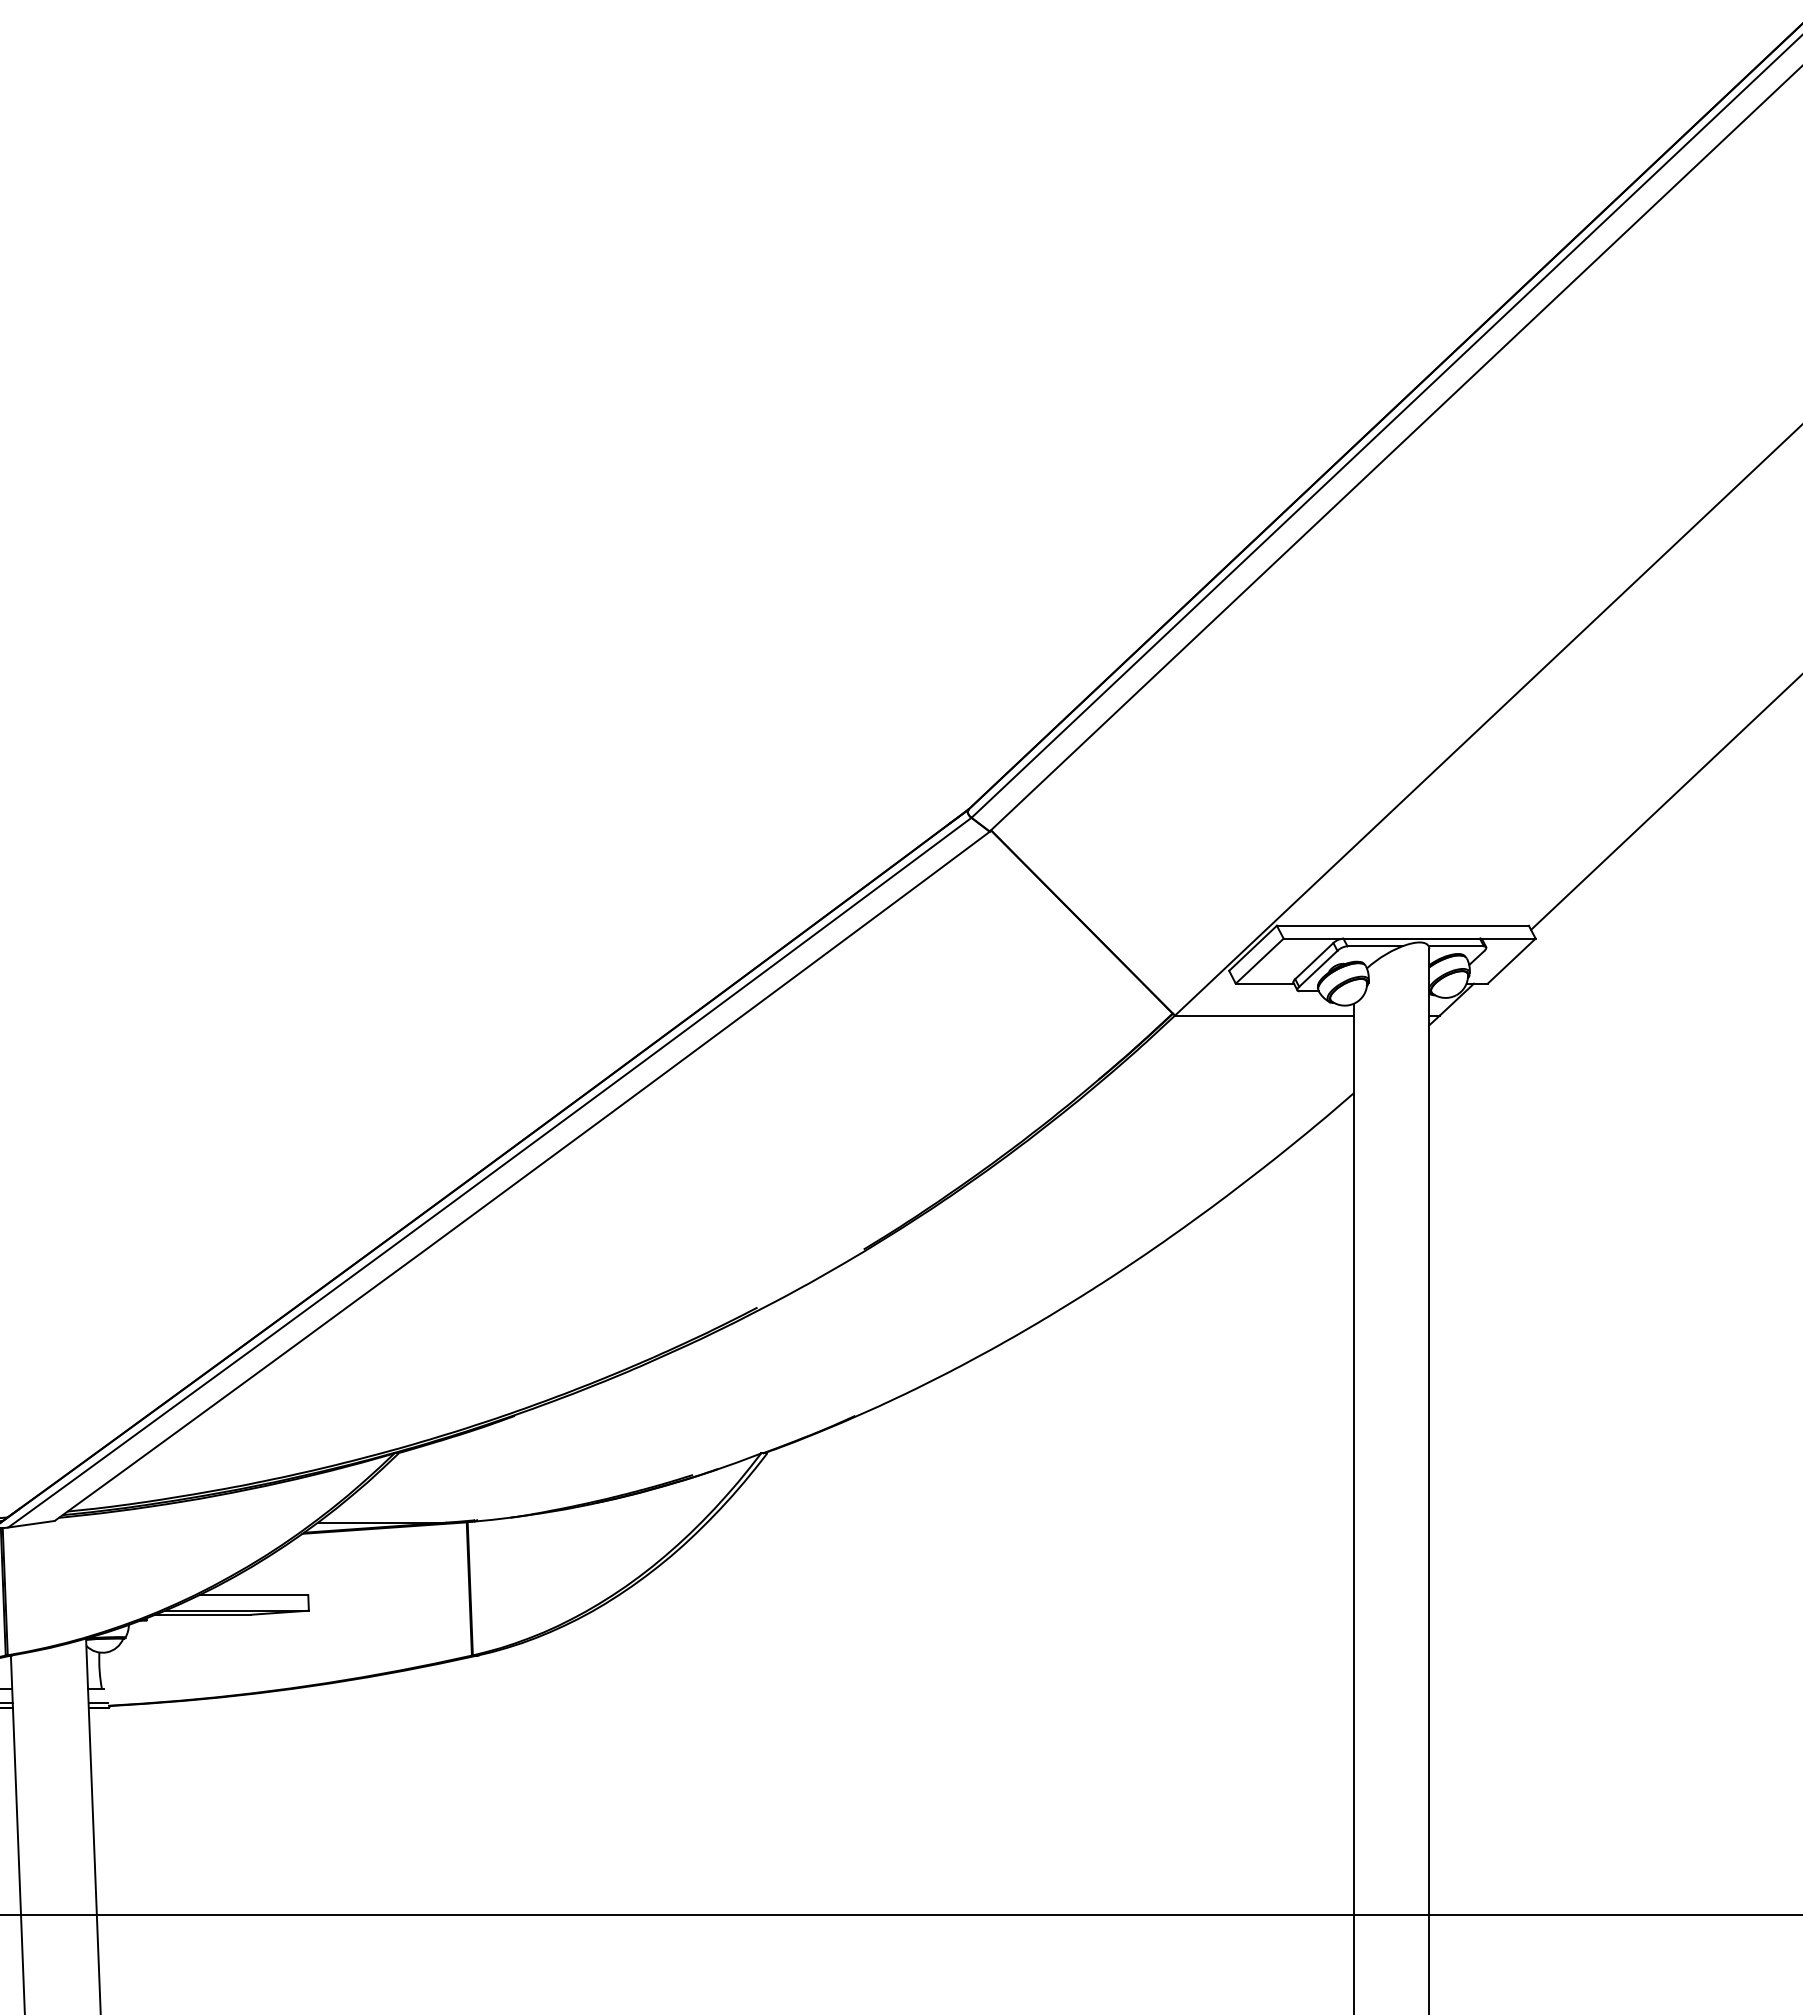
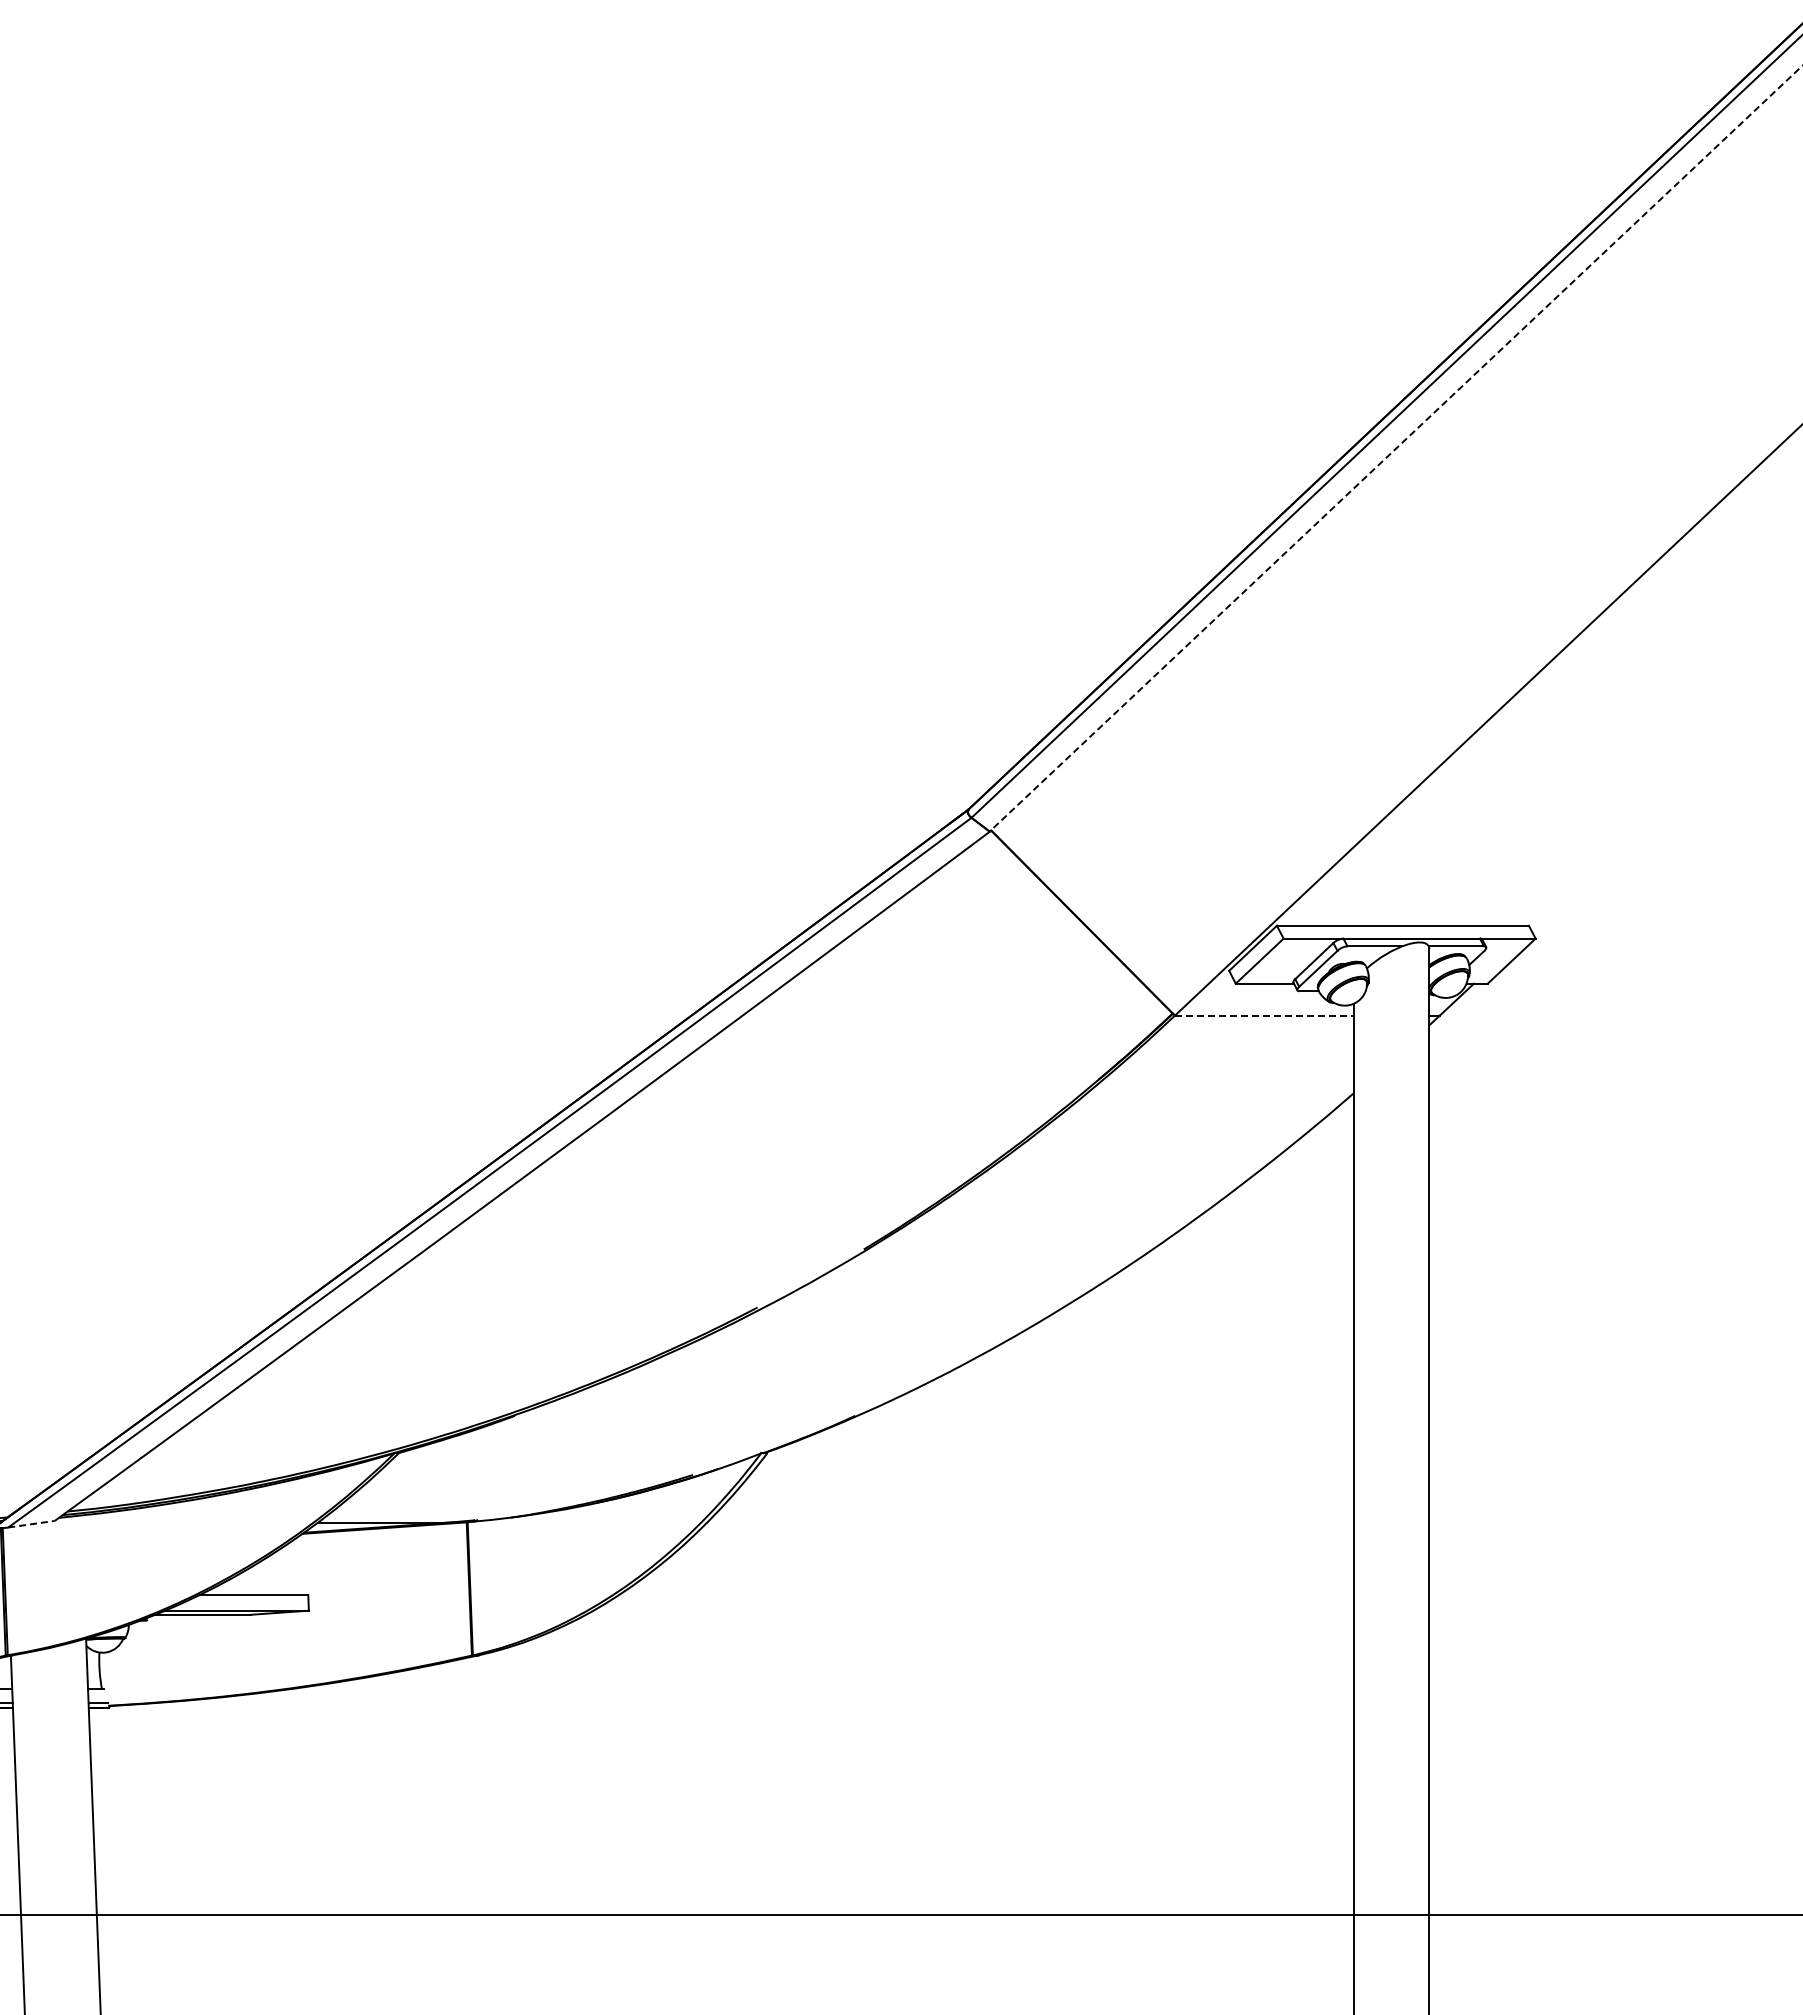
line at (1395, 448): solid -> dashed
line at (1665, 802): present -> none
line at (1264, 1015): solid -> dashed
line at (31, 1524): solid -> dashed
